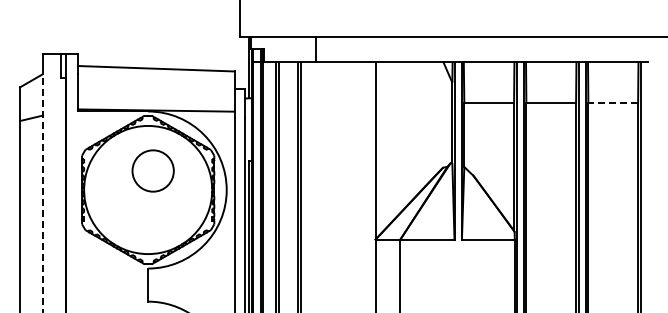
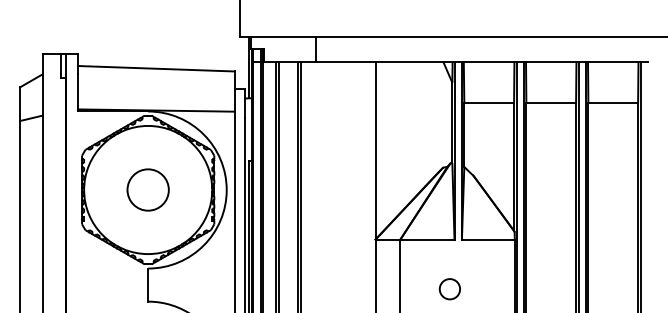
line at (613, 103): dashed -> solid
circle at (152, 170) position: (152, 170) -> (147, 189)
line at (42, 193): dashed -> solid
circle at (449, 289): none -> present
